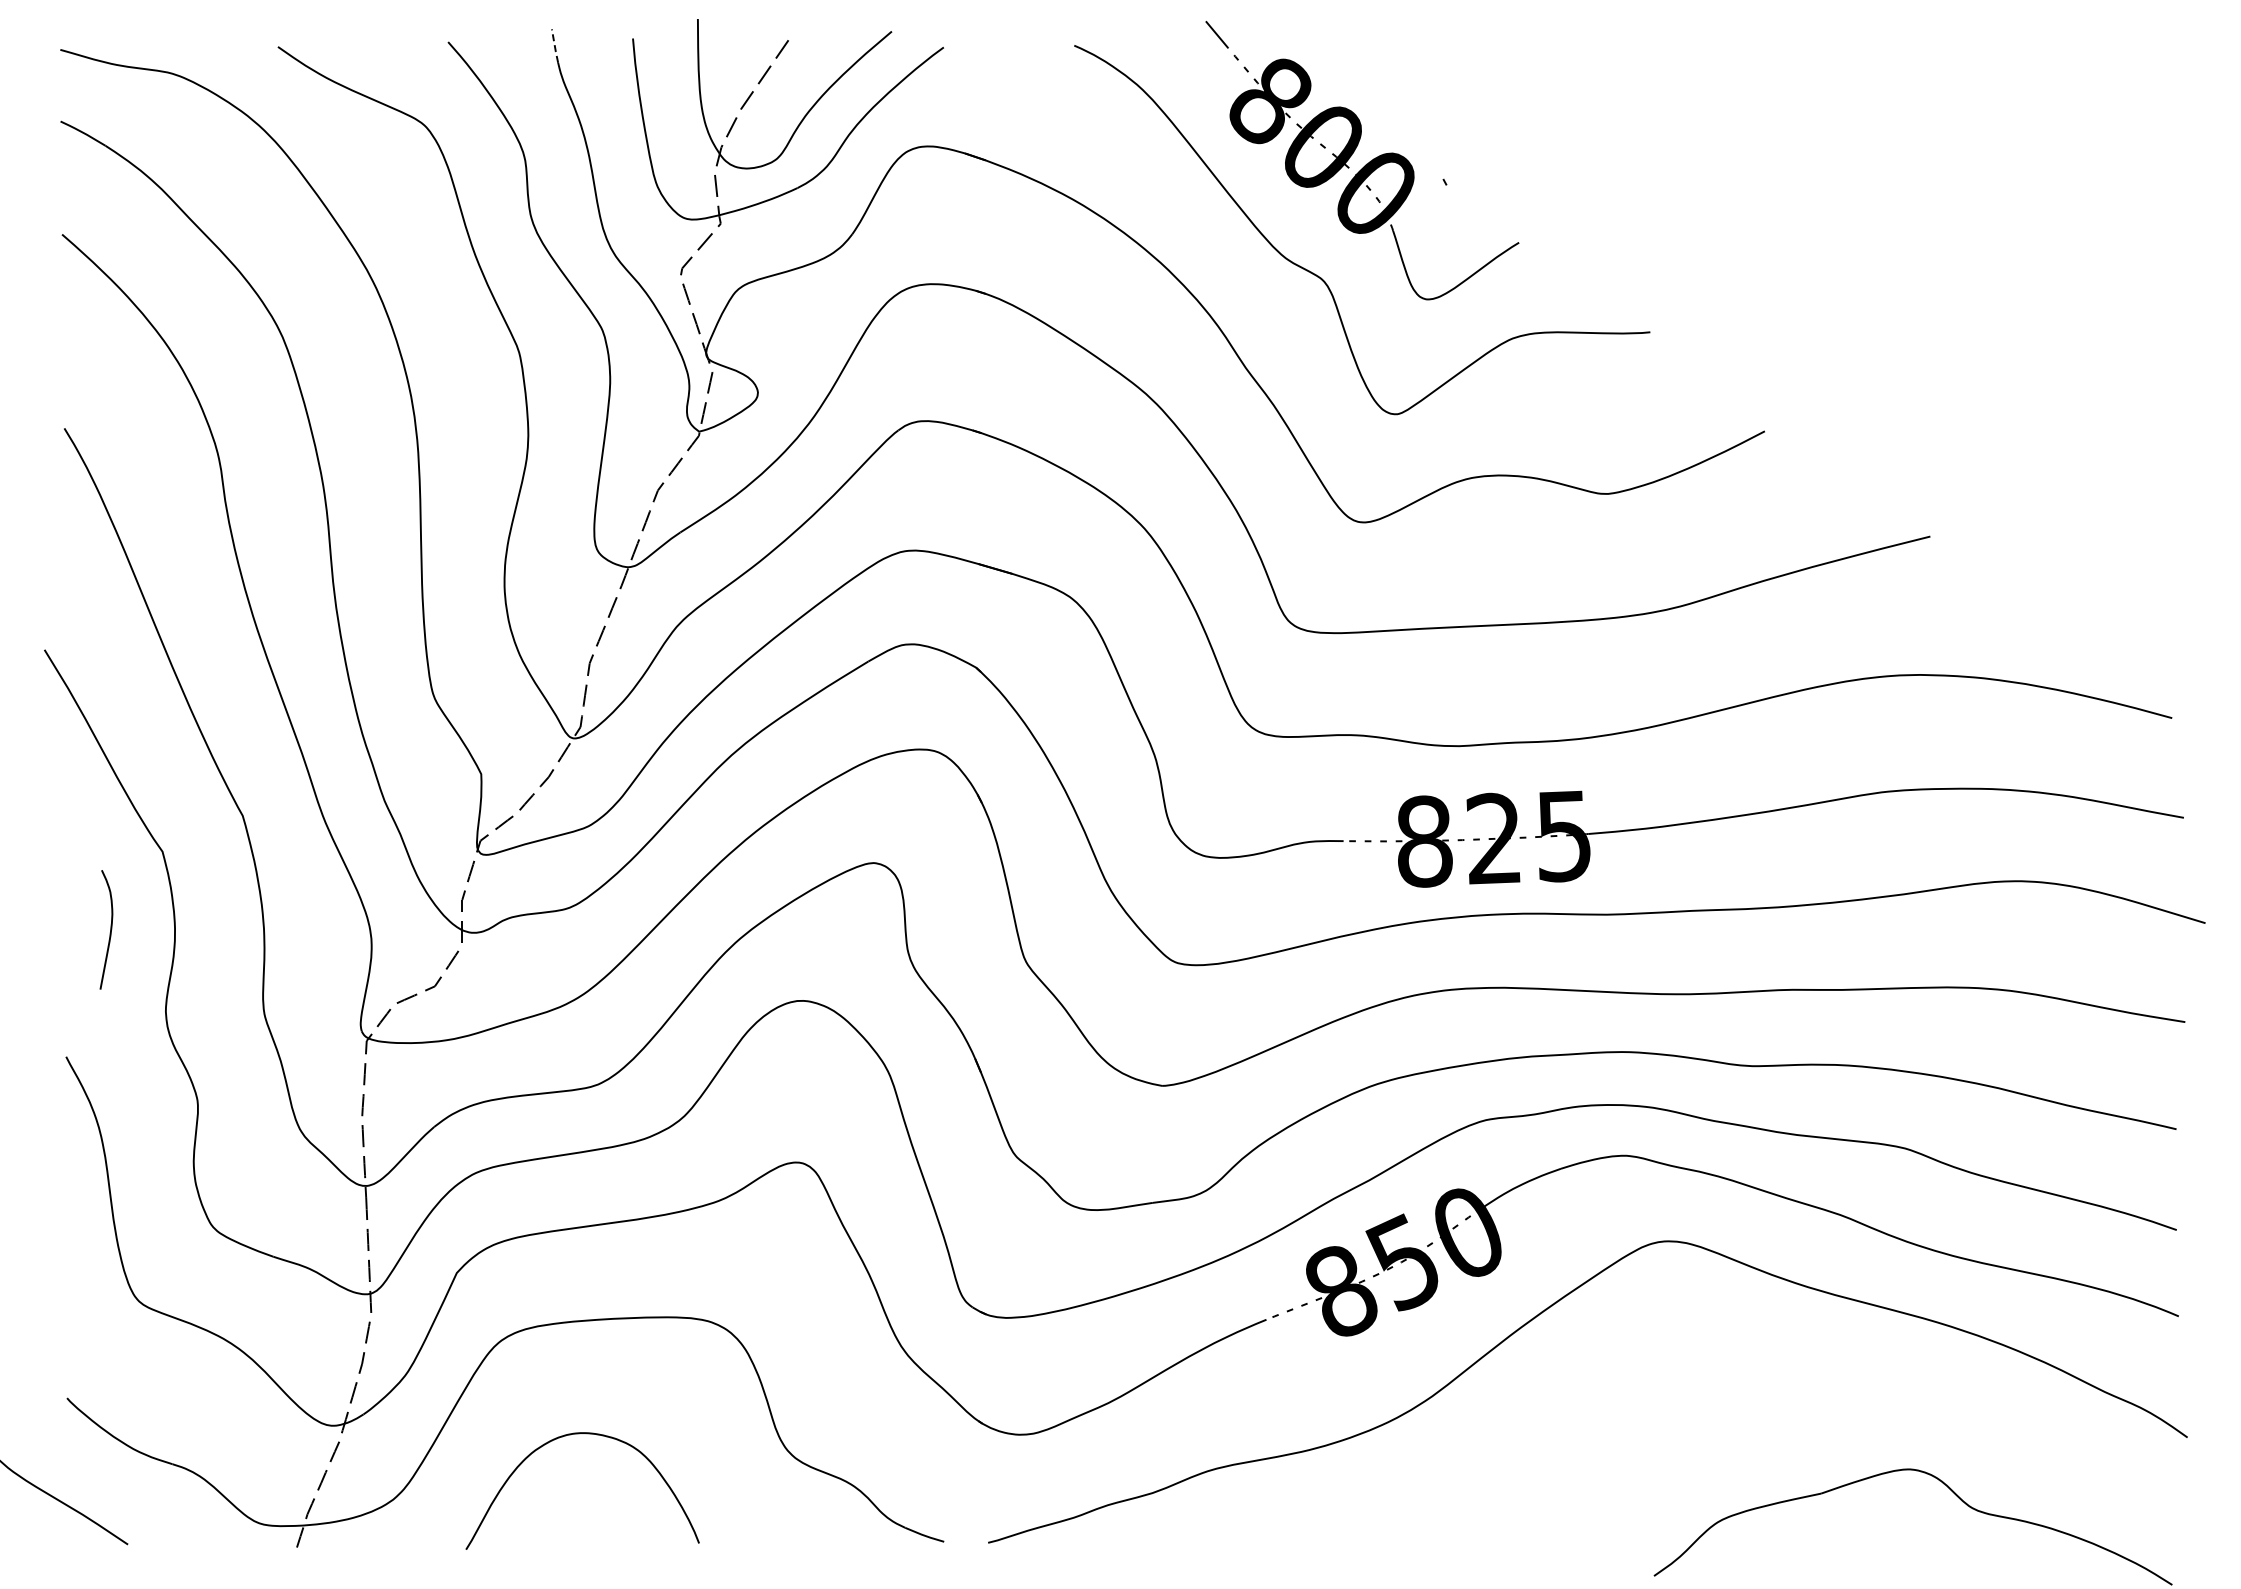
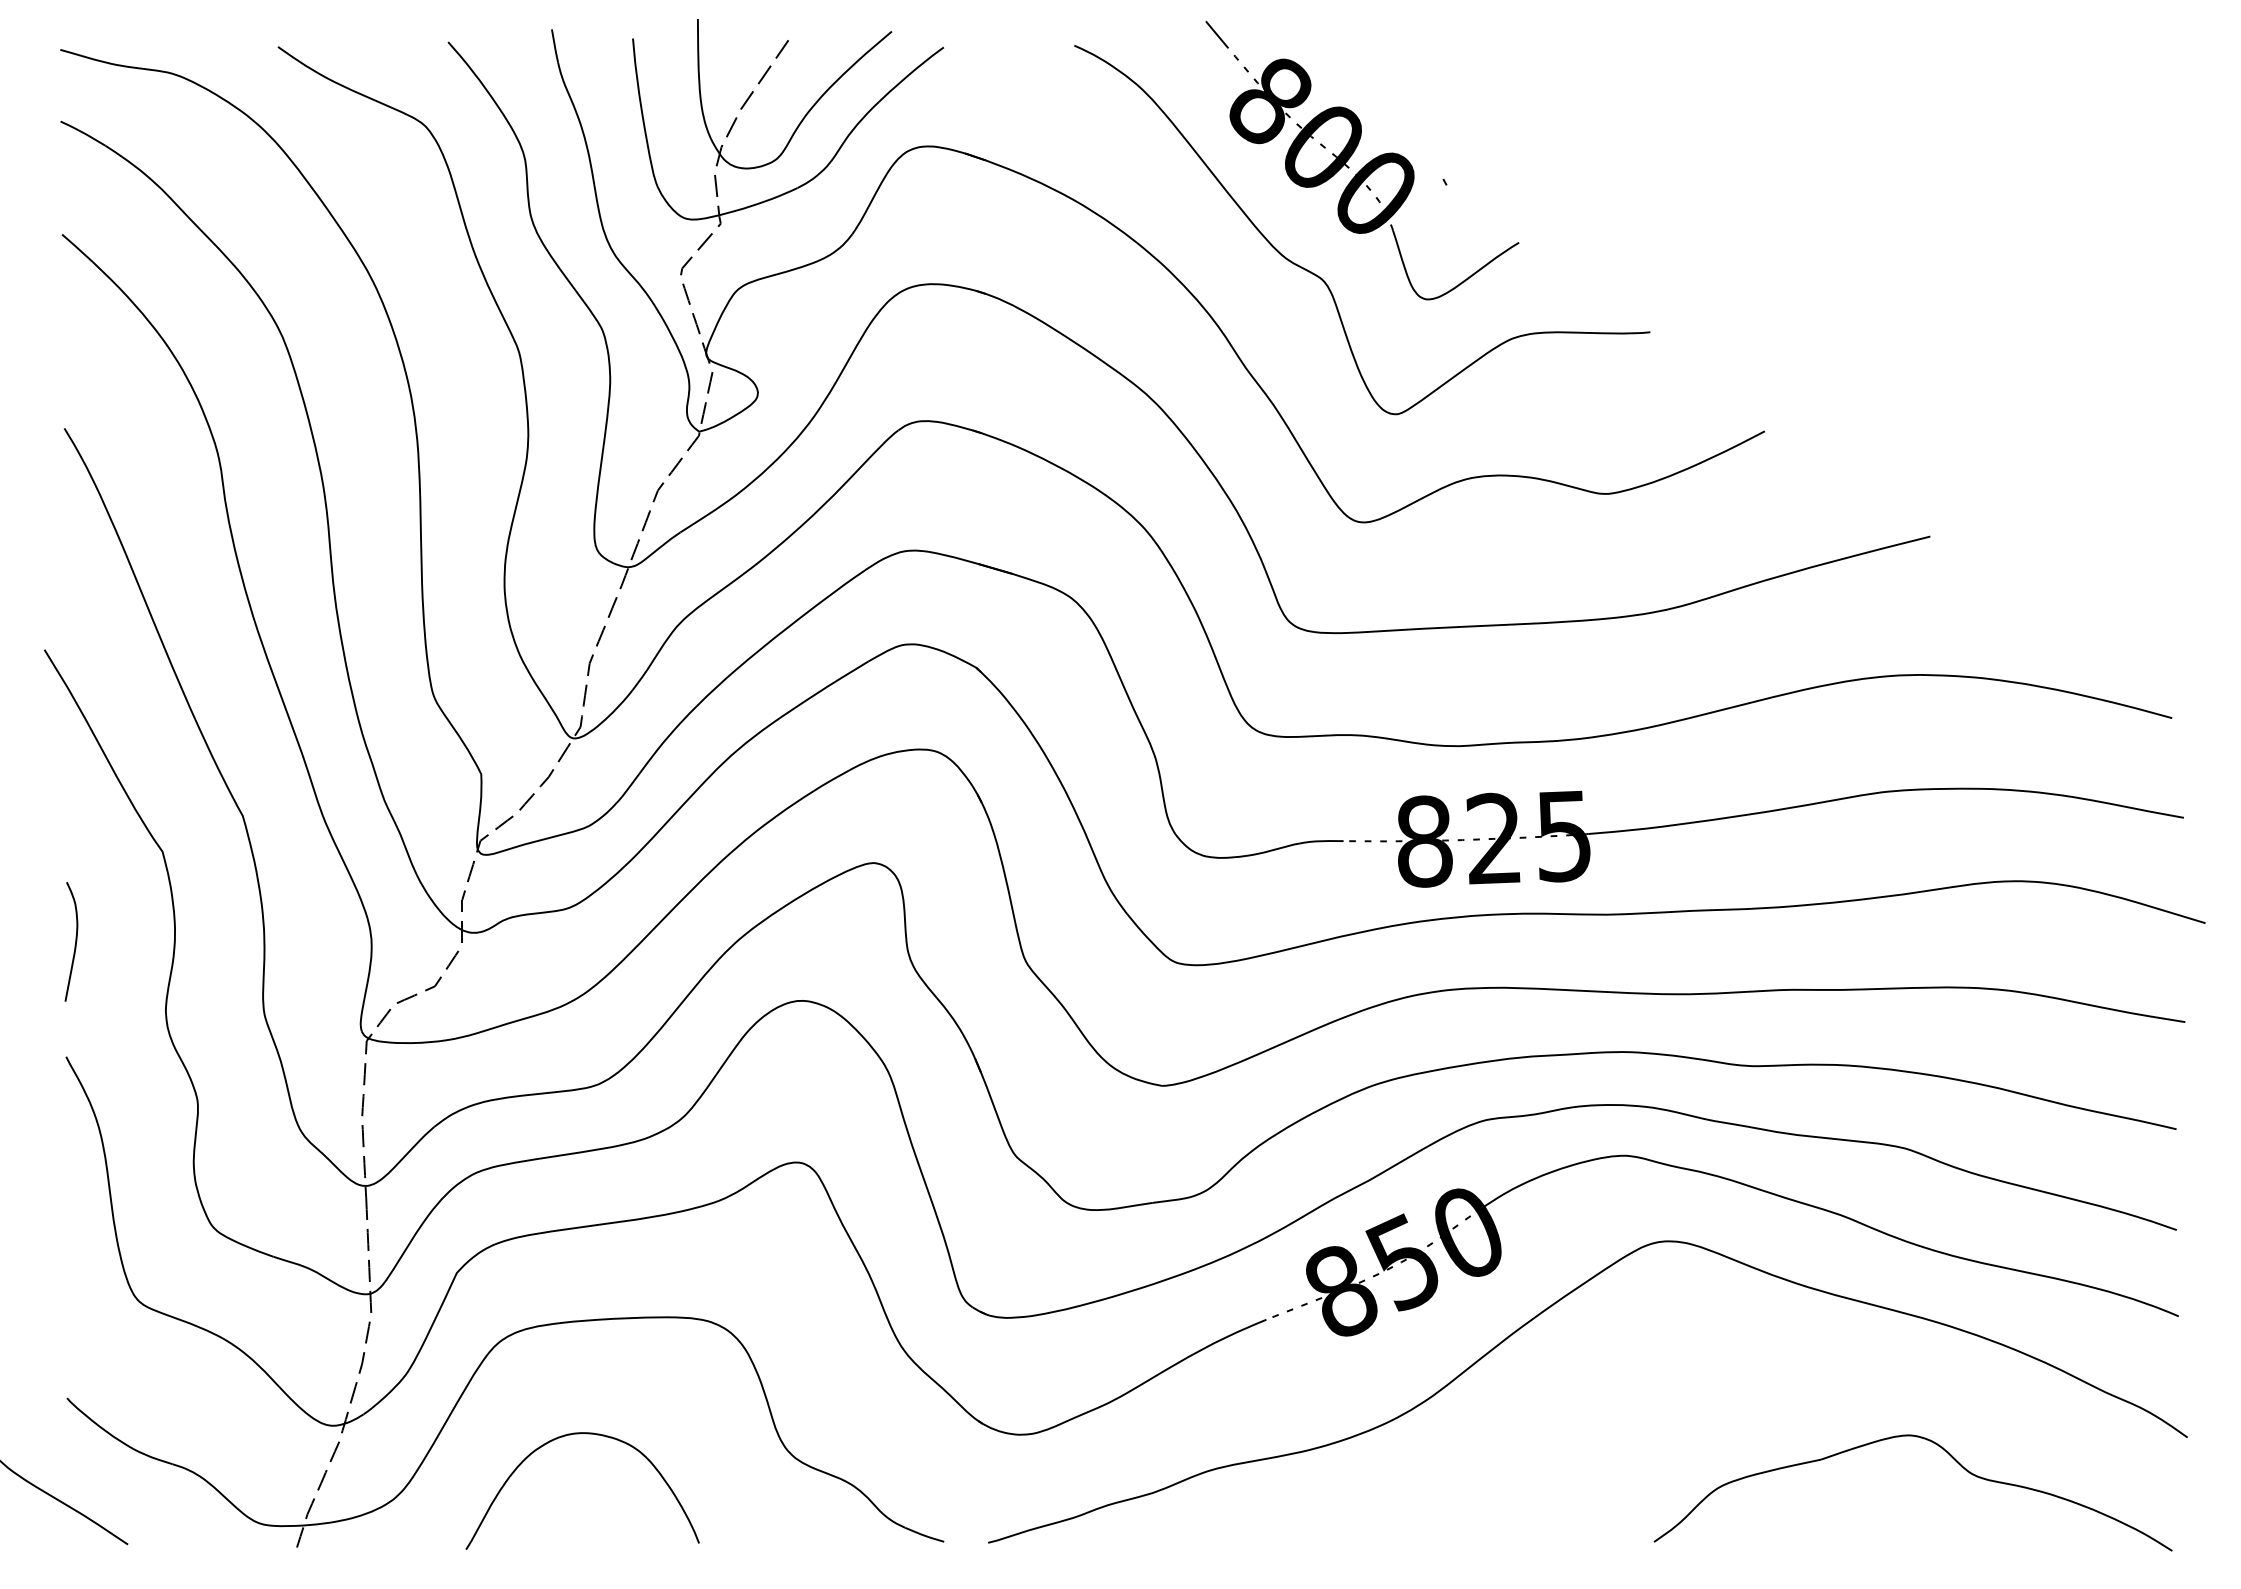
line at (555, 46): dashed -> solid
curve at (110, 929) position: (110, 929) -> (75, 941)
part at (1943, 1484) position: (1943, 1484) -> (1943, 1450)
